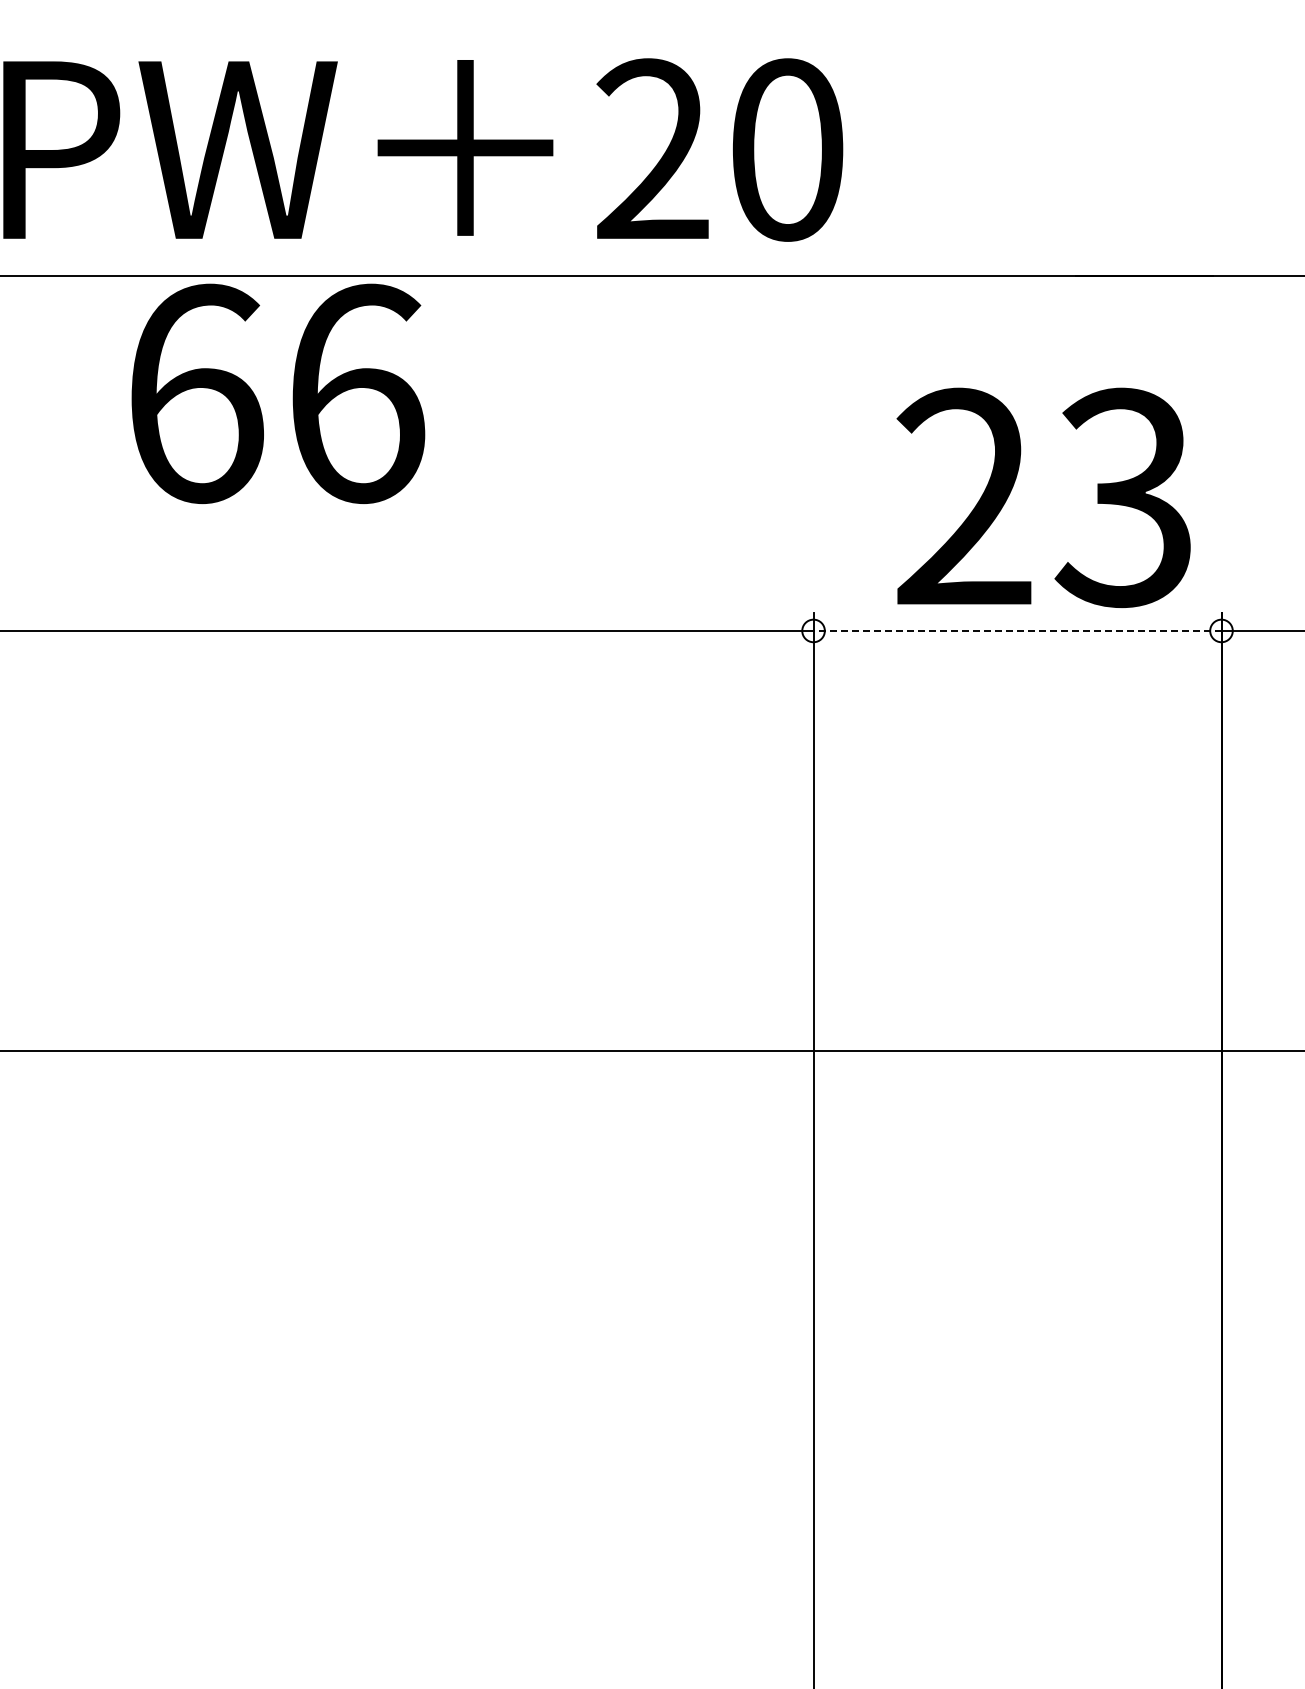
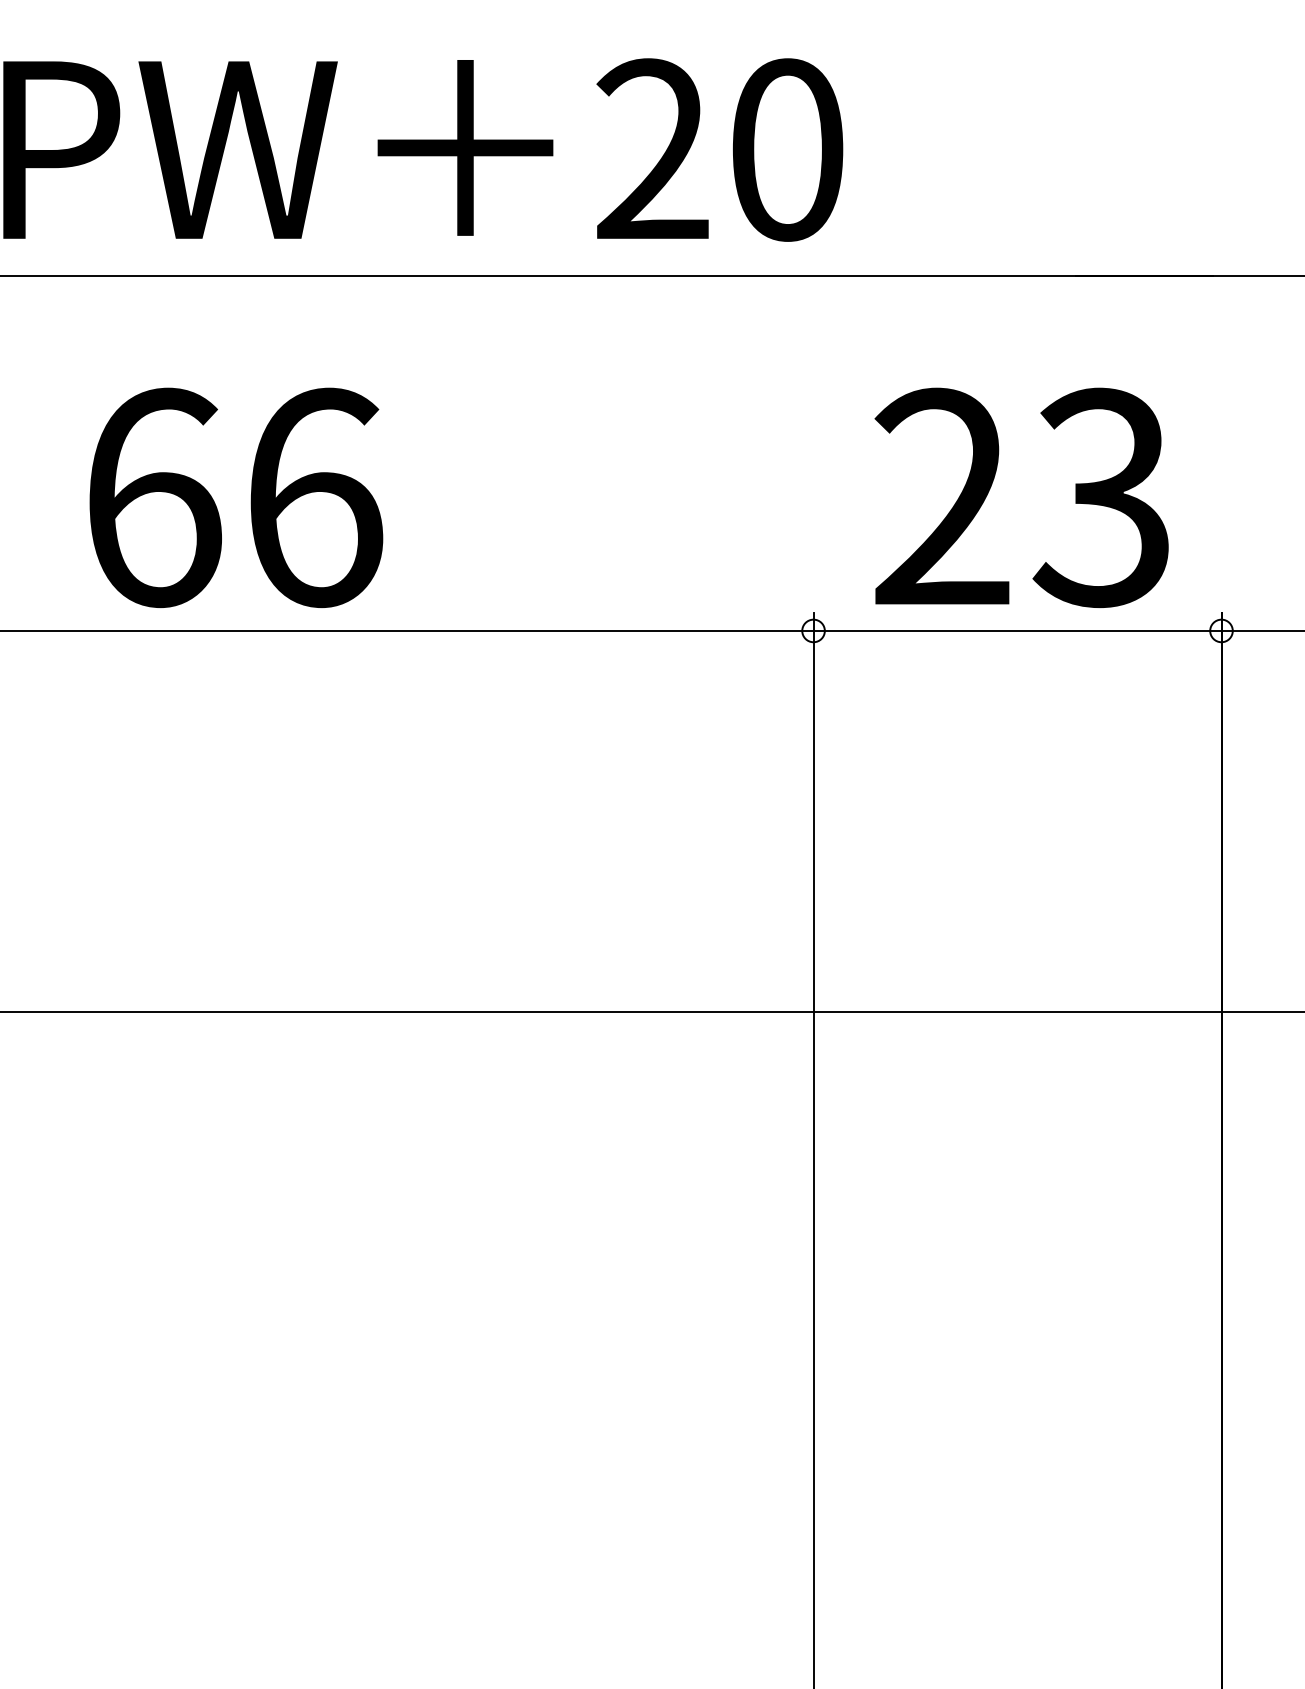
text at (278, 393) position: (278, 393) -> (236, 497)
text at (1043, 497) position: (1043, 497) -> (1021, 497)
line at (1017, 630): dashed -> solid
line at (651, 1051) position: (651, 1051) -> (651, 1012)
